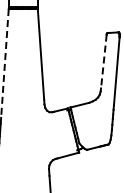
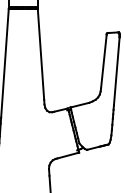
line at (103, 62): dashed -> solid
line at (4, 63): dashed -> solid
